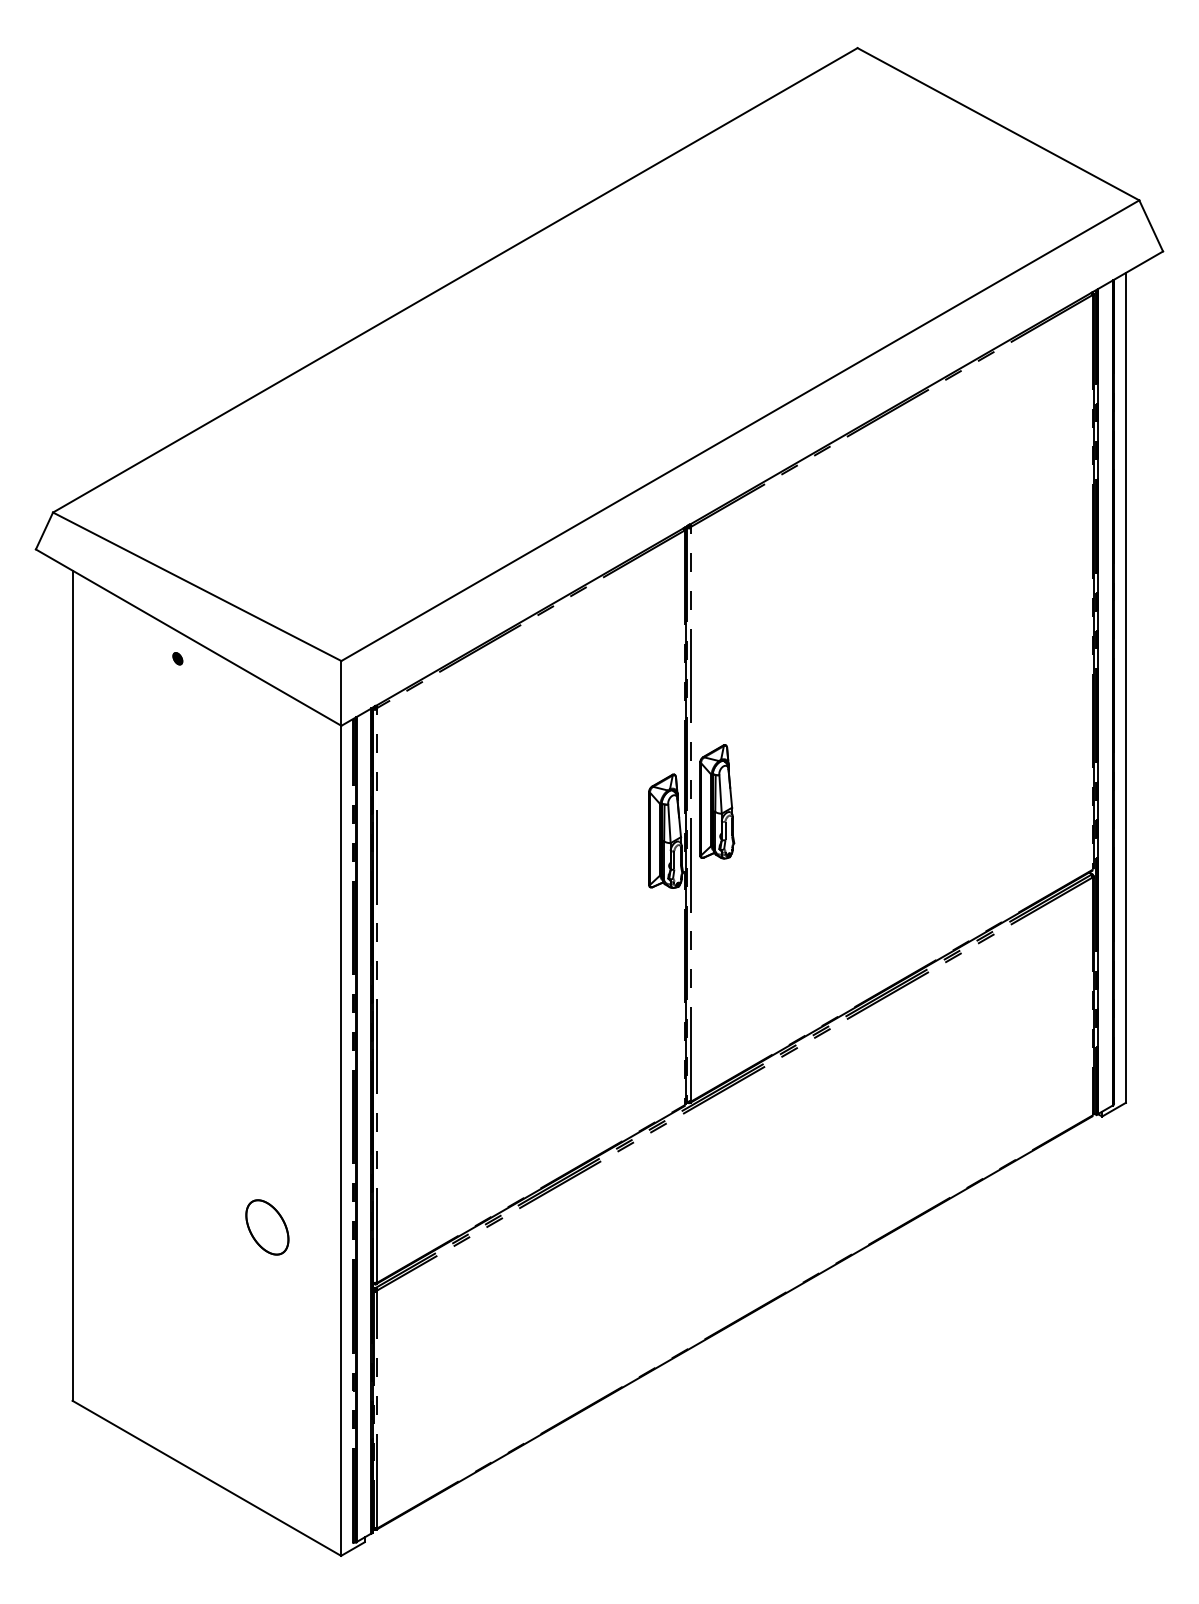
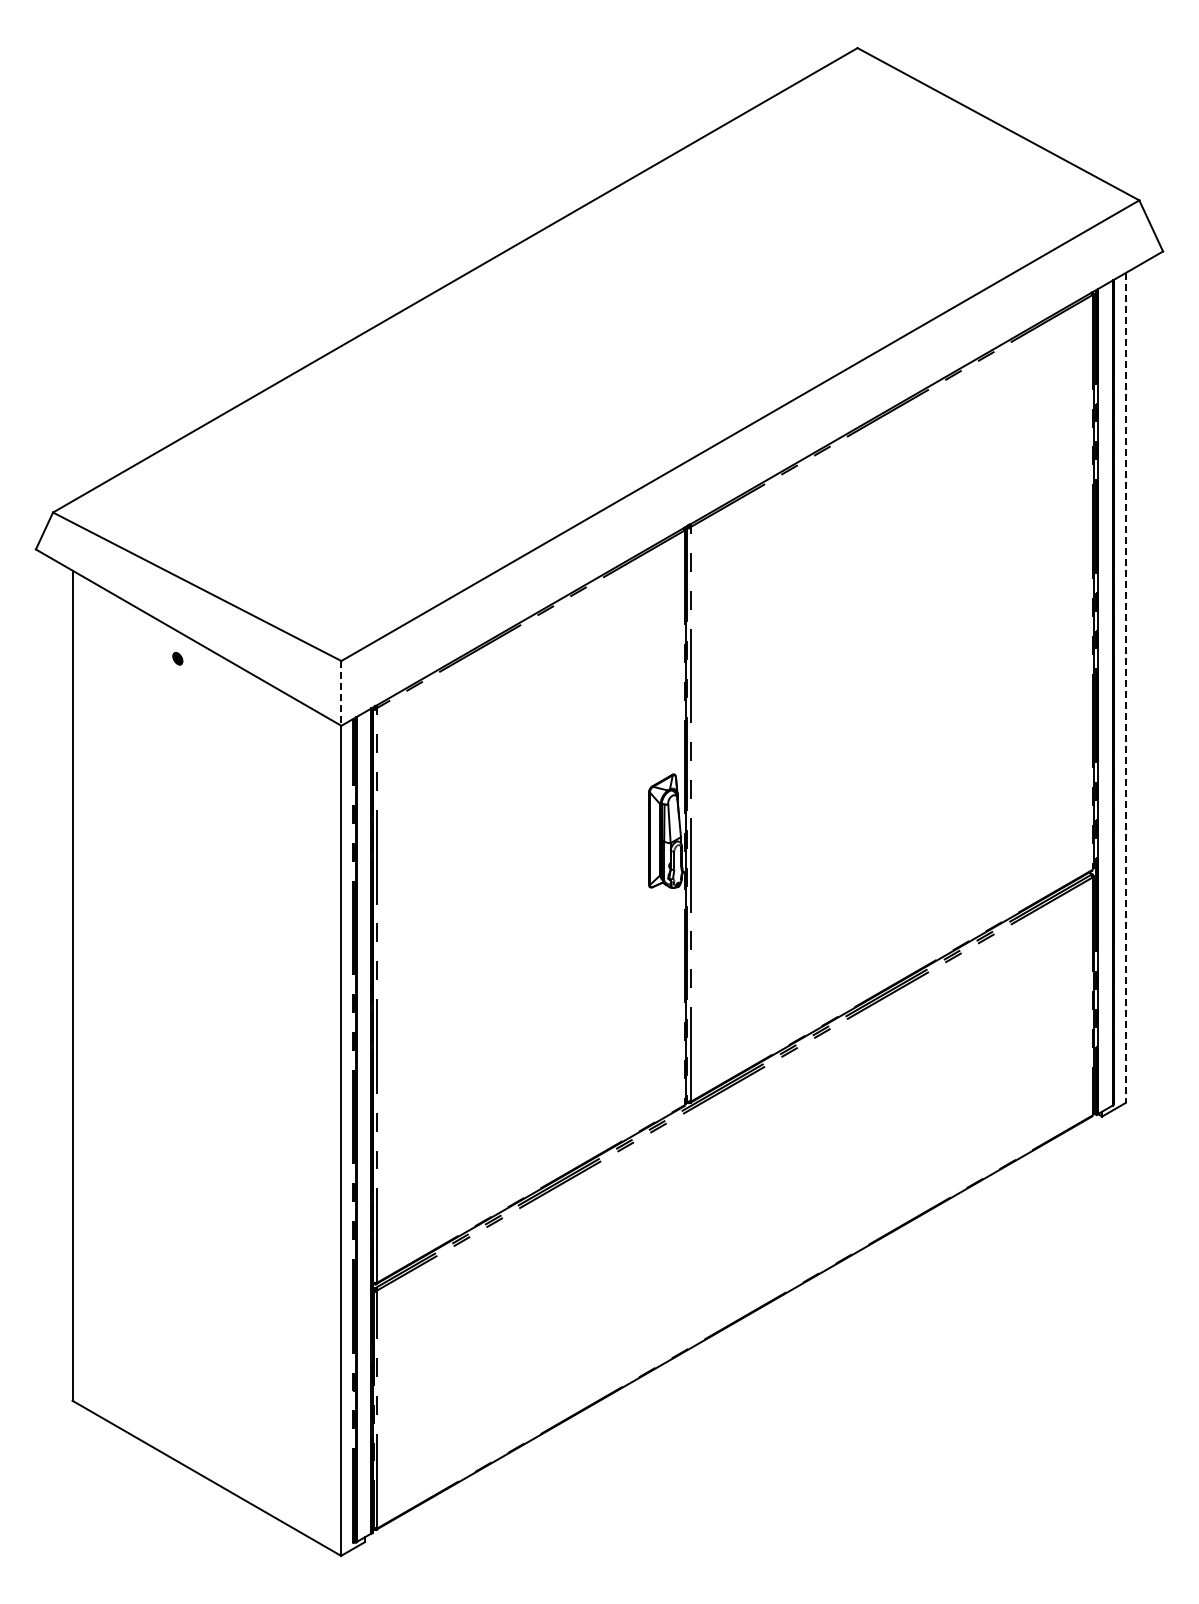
line at (1125, 687): solid -> dashed
line at (341, 693): solid -> dashed
part at (717, 801): present -> none
part at (267, 1227): present -> none
